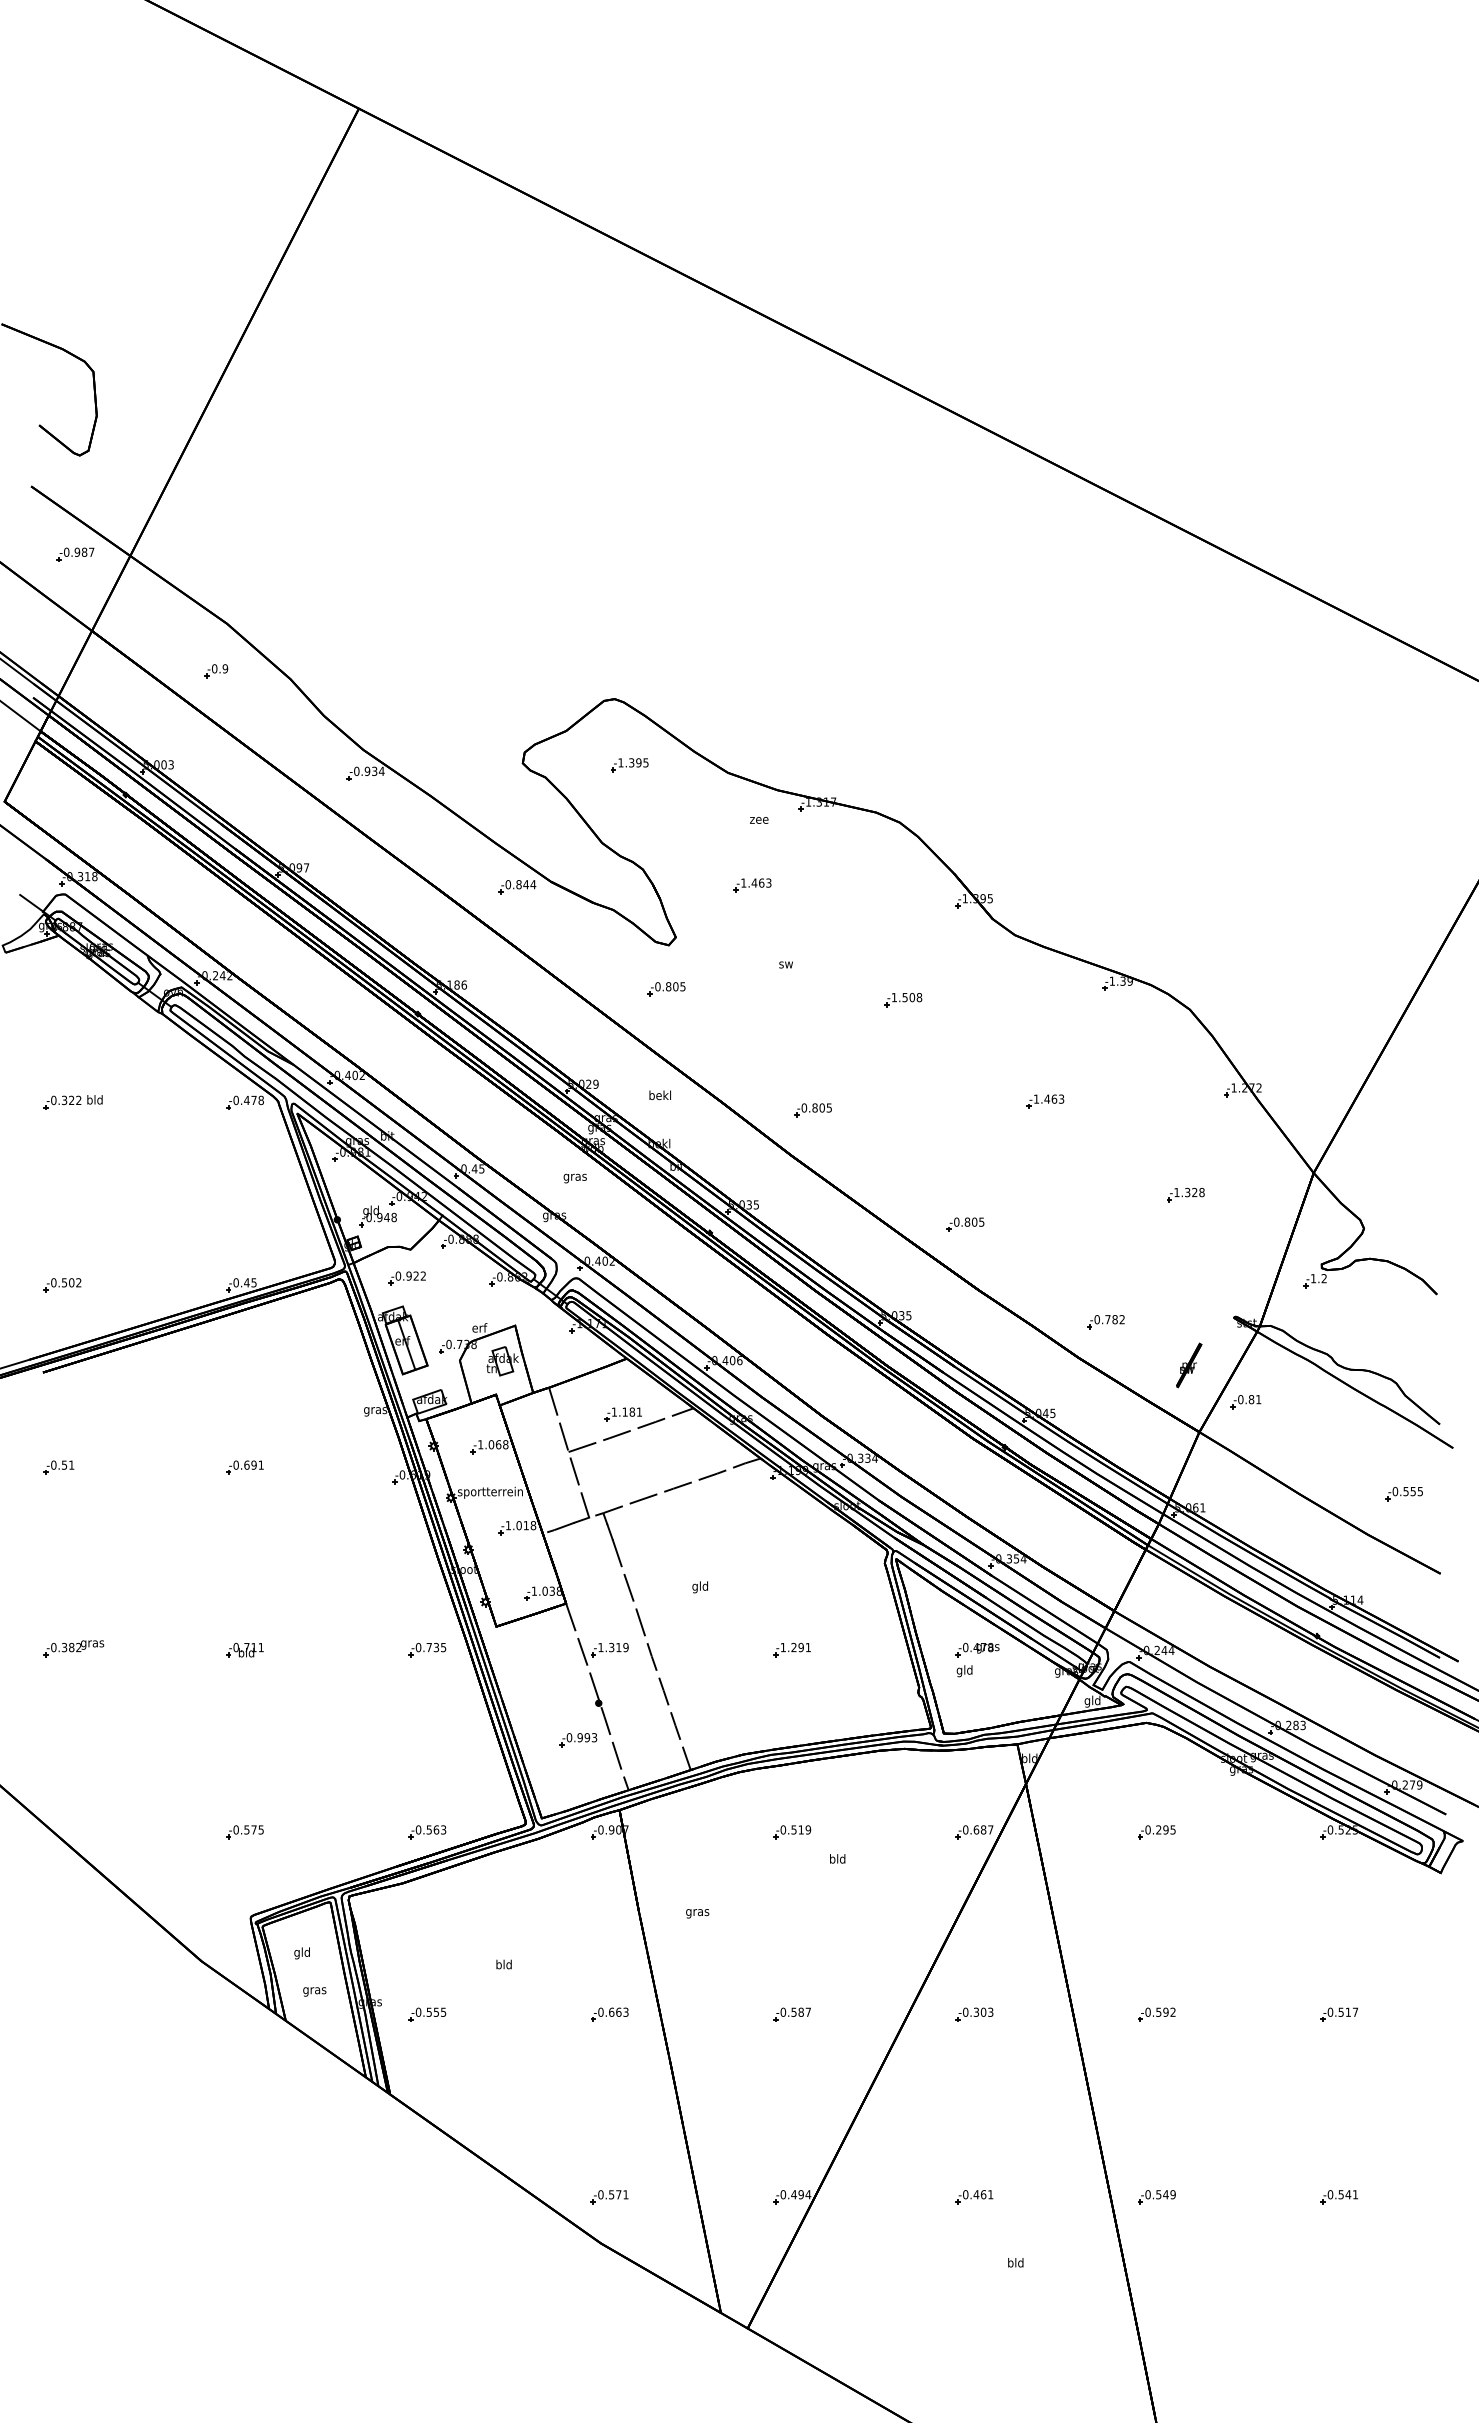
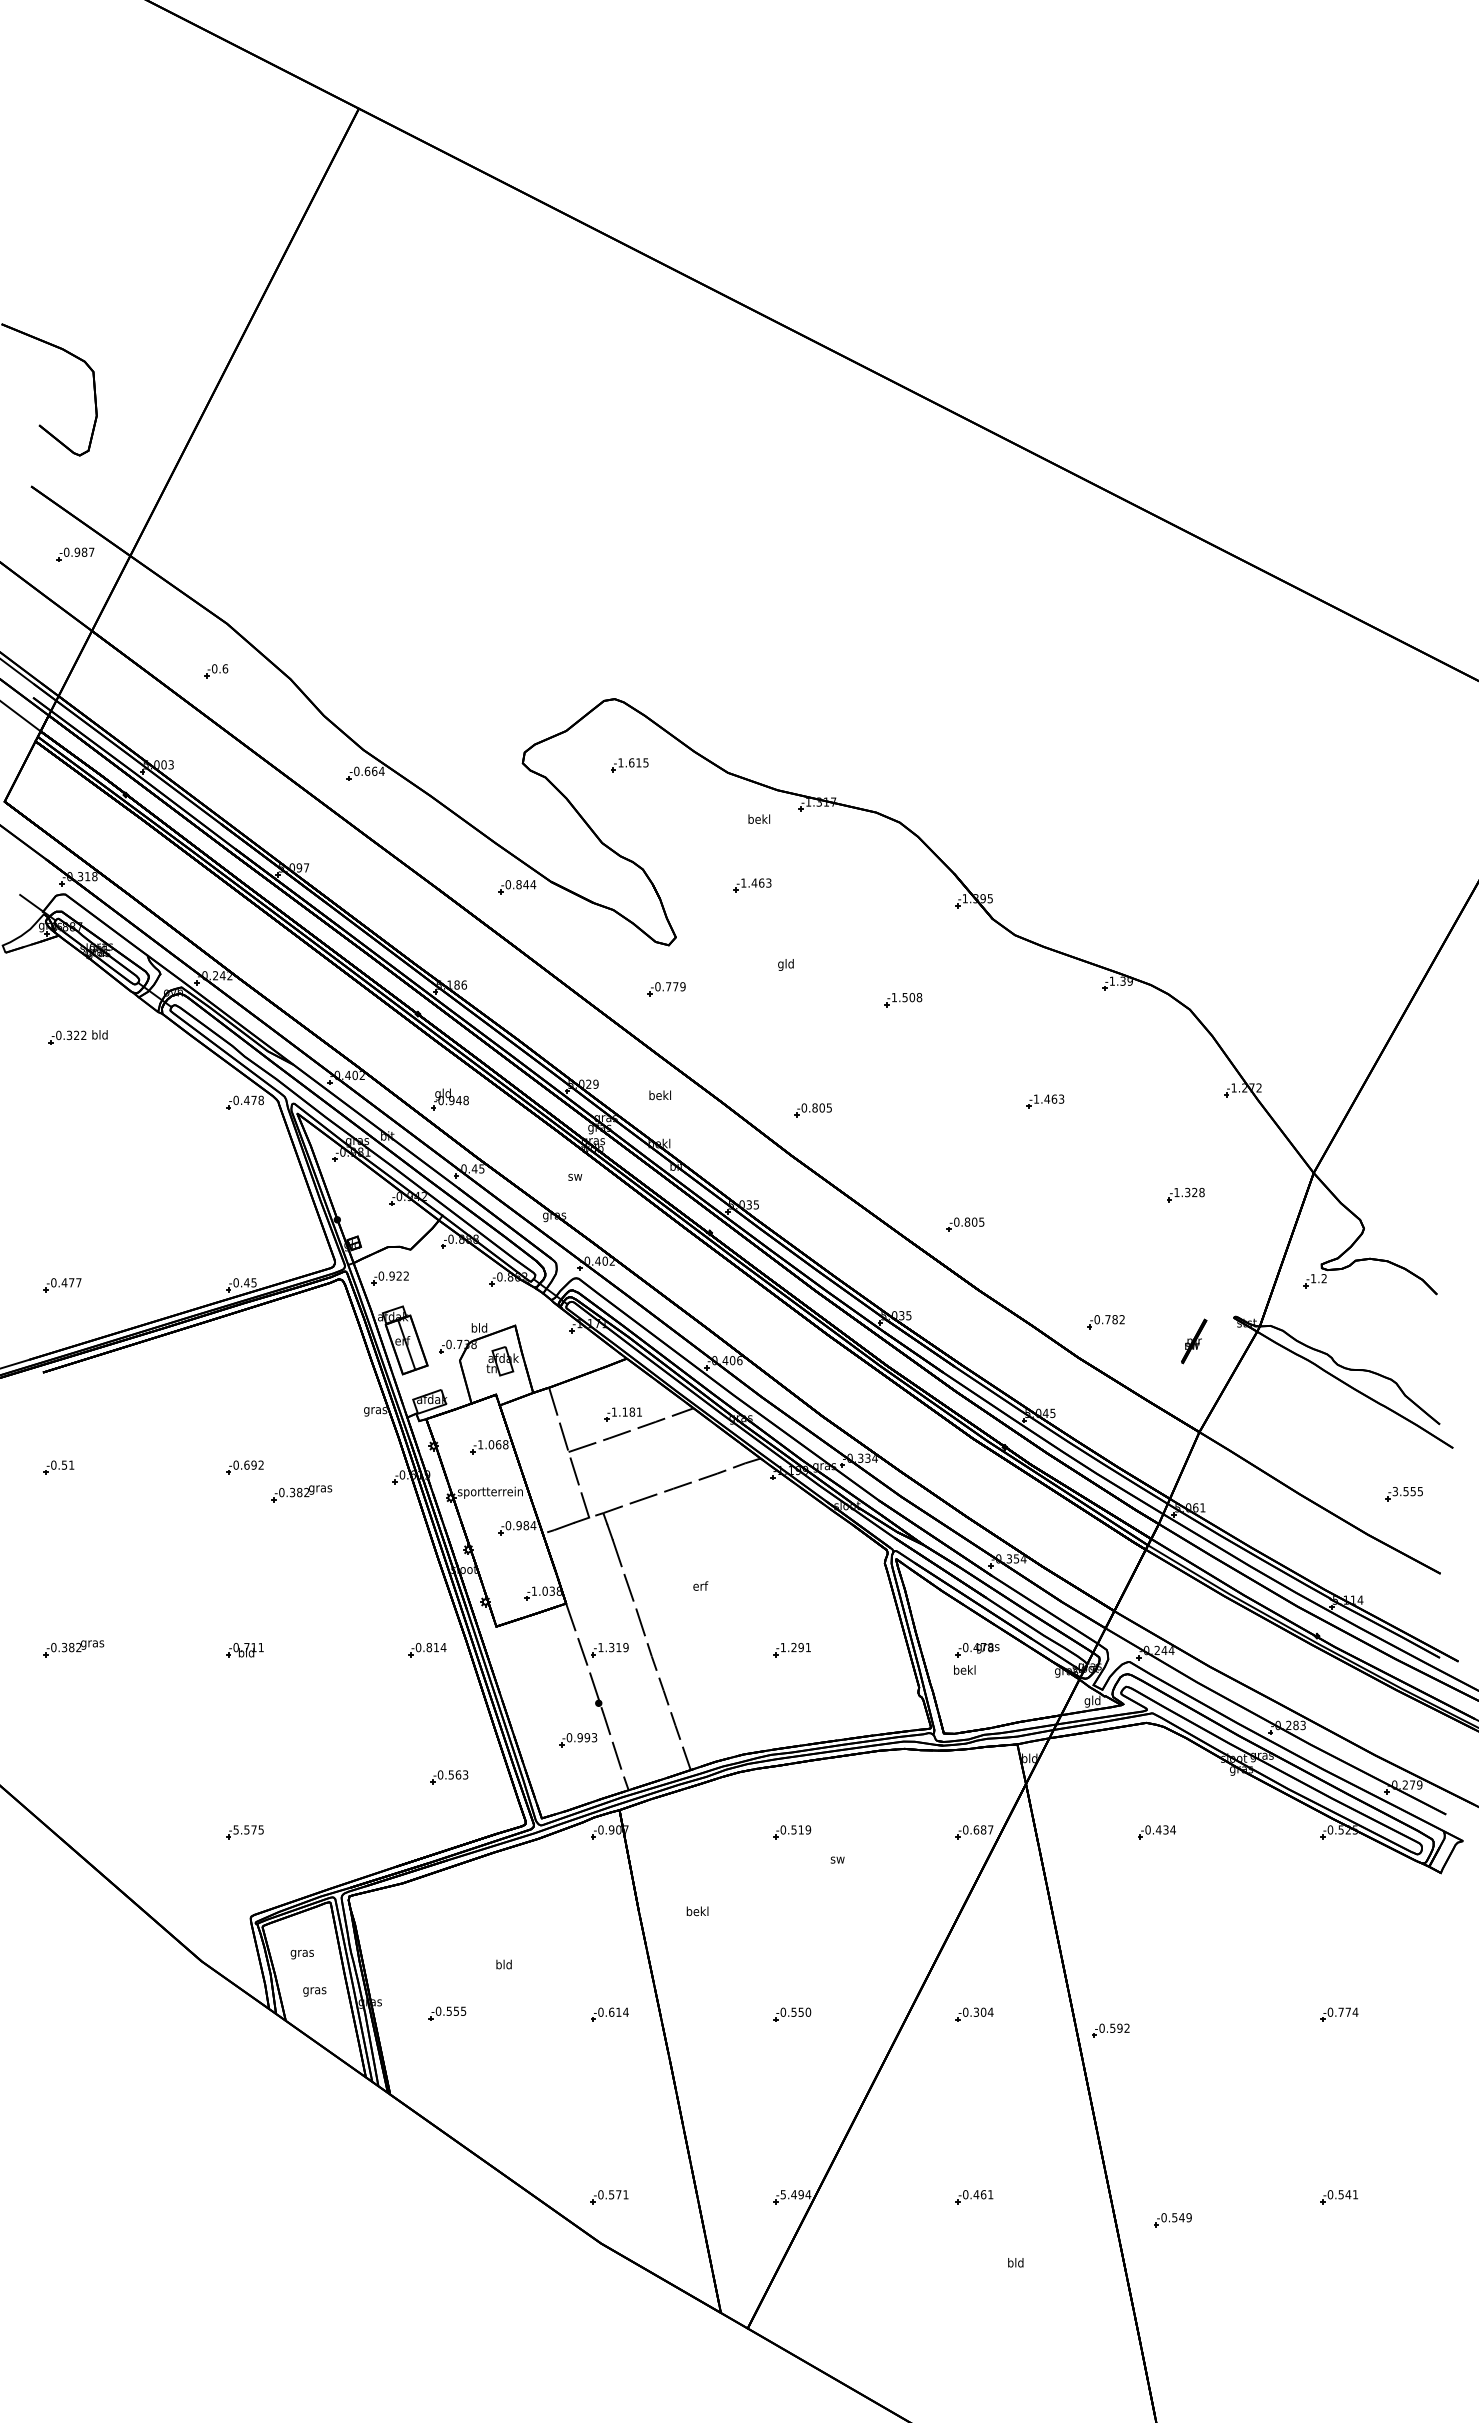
text at (225, 668): -0.9 -> -0.6
text at (635, 762): -1.395 -> -1.615
text at (370, 770): -0.934 -> -0.664
text at (759, 818): zee -> bekl
text at (785, 964): sw -> gld
text at (675, 986): -0.805 -> -0.779
part at (72, 1102) position: (72, 1102) -> (77, 1037)
text at (574, 1178): gras -> sw
part at (377, 1216) position: (377, 1216) -> (449, 1099)
part at (406, 1278) position: (406, 1278) -> (389, 1278)
text at (71, 1282): -0.502 -> -0.477
text at (479, 1327): erf -> bld
part at (1189, 1365) position: (1189, 1365) -> (1194, 1341)
part at (1245, 1402): present -> none
text at (260, 1464): -0.691 -> -0.692
text at (1395, 1491): -0.555 -> -3.555
part at (301, 1493): none -> present
text at (520, 1525): -1.018 -> -0.984
text at (700, 1587): gld -> erf
text at (436, 1647): -0.735 -> -0.814
text at (964, 1671): gld -> bekl
text at (235, 1829): -0.575 -> -5.575
text at (1165, 1829): -0.295 -> -0.434
part at (427, 1832) position: (427, 1832) -> (449, 1777)
text at (837, 1858): bld -> sw
text at (697, 1912): gras -> bekl
text at (301, 1953): gld -> gras
text at (622, 2011): -0.663 -> -0.614
text at (804, 2011): -0.587 -> -0.550
text at (990, 2011): -0.303 -> -0.304
text at (1348, 2011): -0.517 -> -0.774
part at (427, 2014) position: (427, 2014) -> (447, 2013)
part at (1156, 2014) position: (1156, 2014) -> (1110, 2030)
text at (783, 2194): -0.494 -> -5.494
part at (1156, 2197) position: (1156, 2197) -> (1172, 2220)
